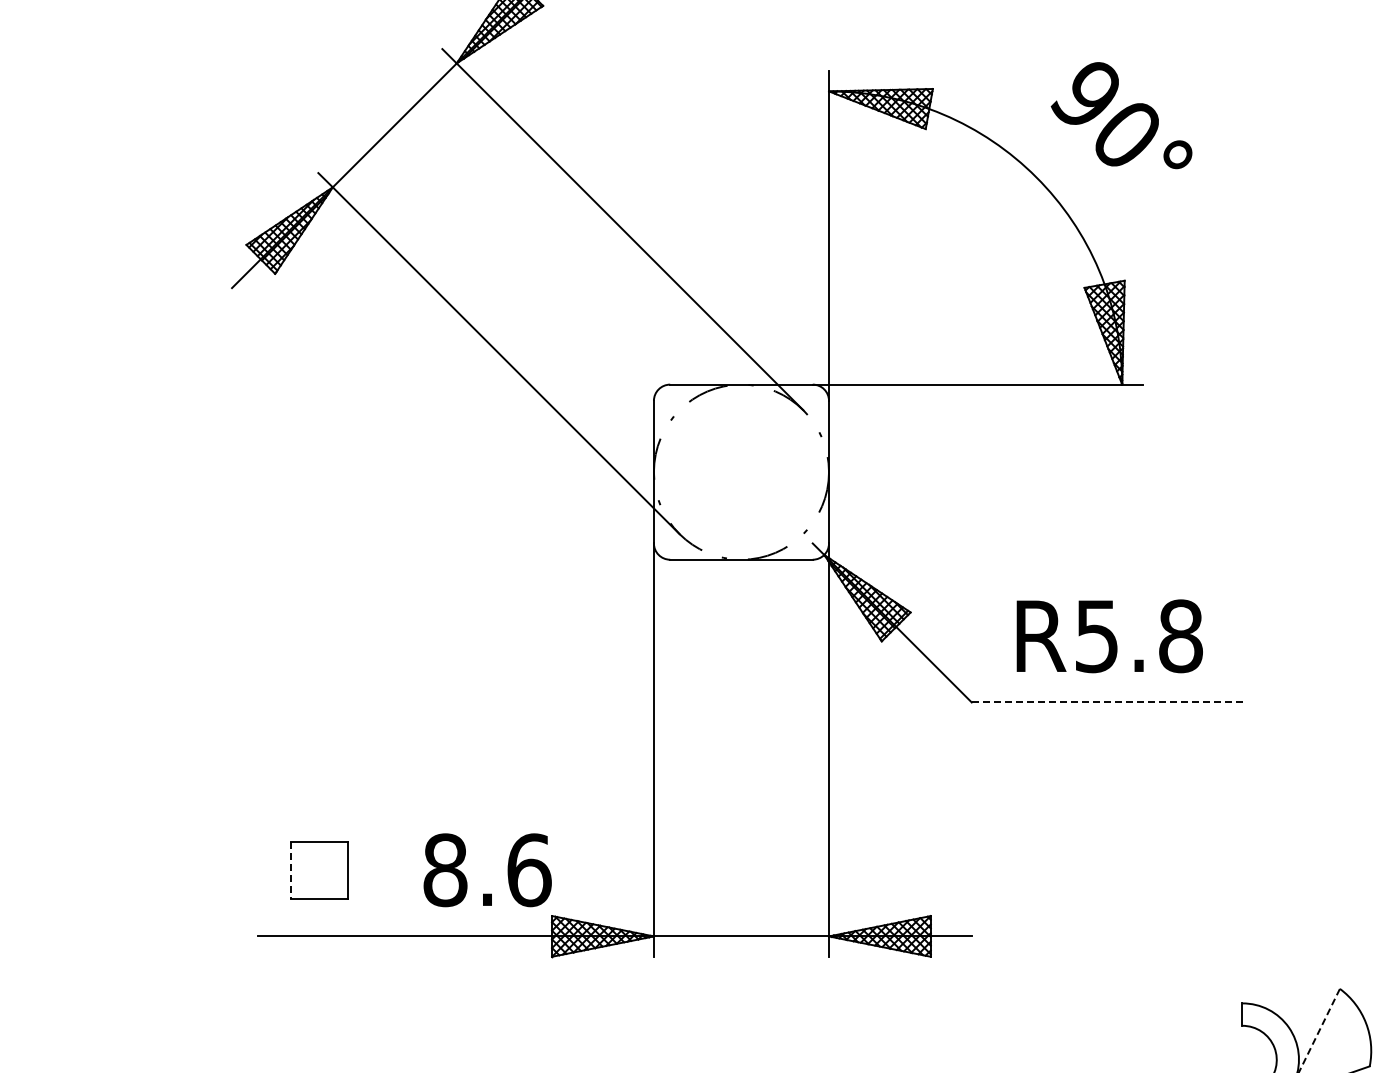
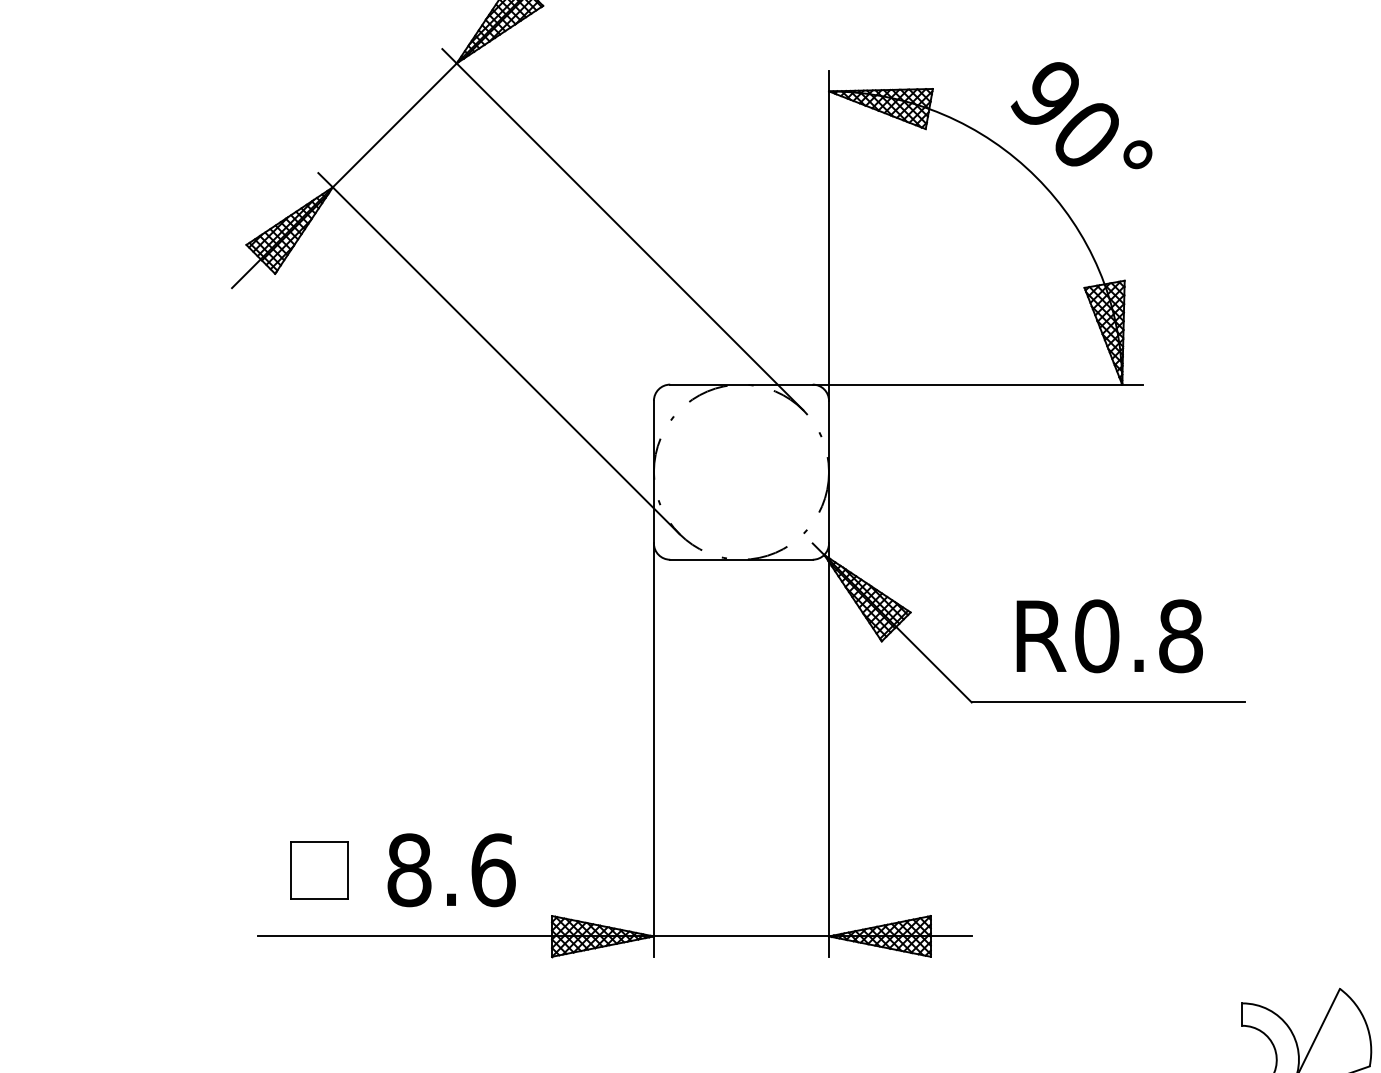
text at (1121, 115) position: (1121, 115) -> (1081, 115)
text at (1097, 636): R5.8 -> R0.8
line at (1108, 702): dashed -> solid
line at (291, 870): dashed -> solid
text at (487, 870) position: (487, 870) -> (451, 870)
line at (1319, 1030): dashed -> solid
